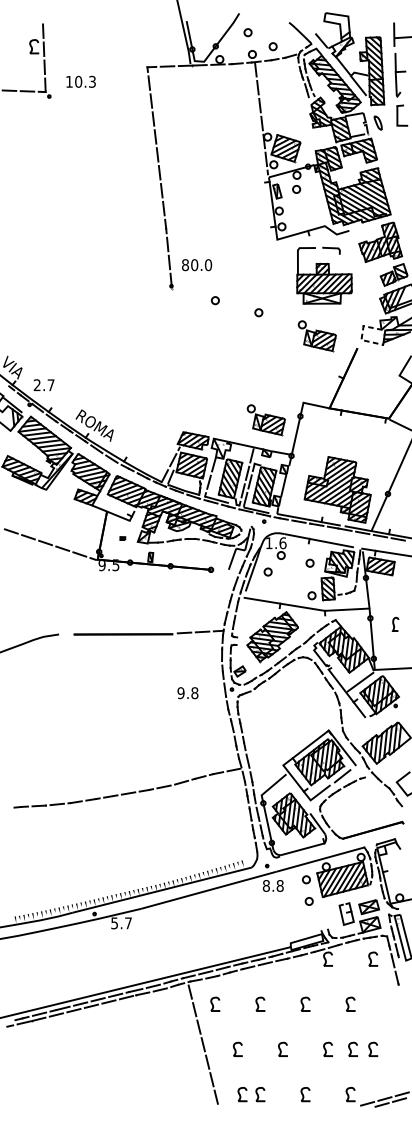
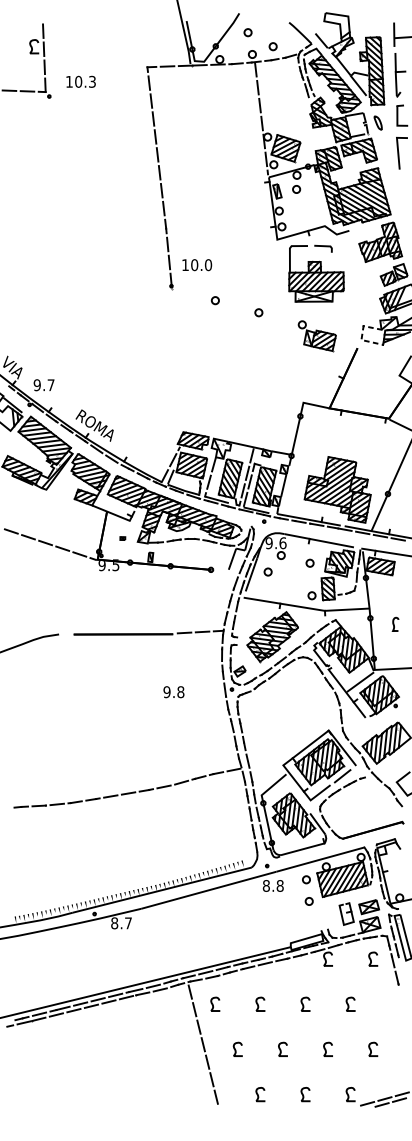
line at (399, 152): none -> present
text at (185, 265): 80.0 -> 10.0
part at (324, 275) position: (324, 275) -> (316, 273)
text at (36, 385): 2.7 -> 9.7
part at (265, 420): present -> none
text at (268, 543): 1.6 -> 9.6
text at (187, 693) position: (187, 693) -> (173, 692)
text at (114, 923): 5.7 -> 8.7
part at (352, 1048): present -> none
part at (242, 1094): present -> none
